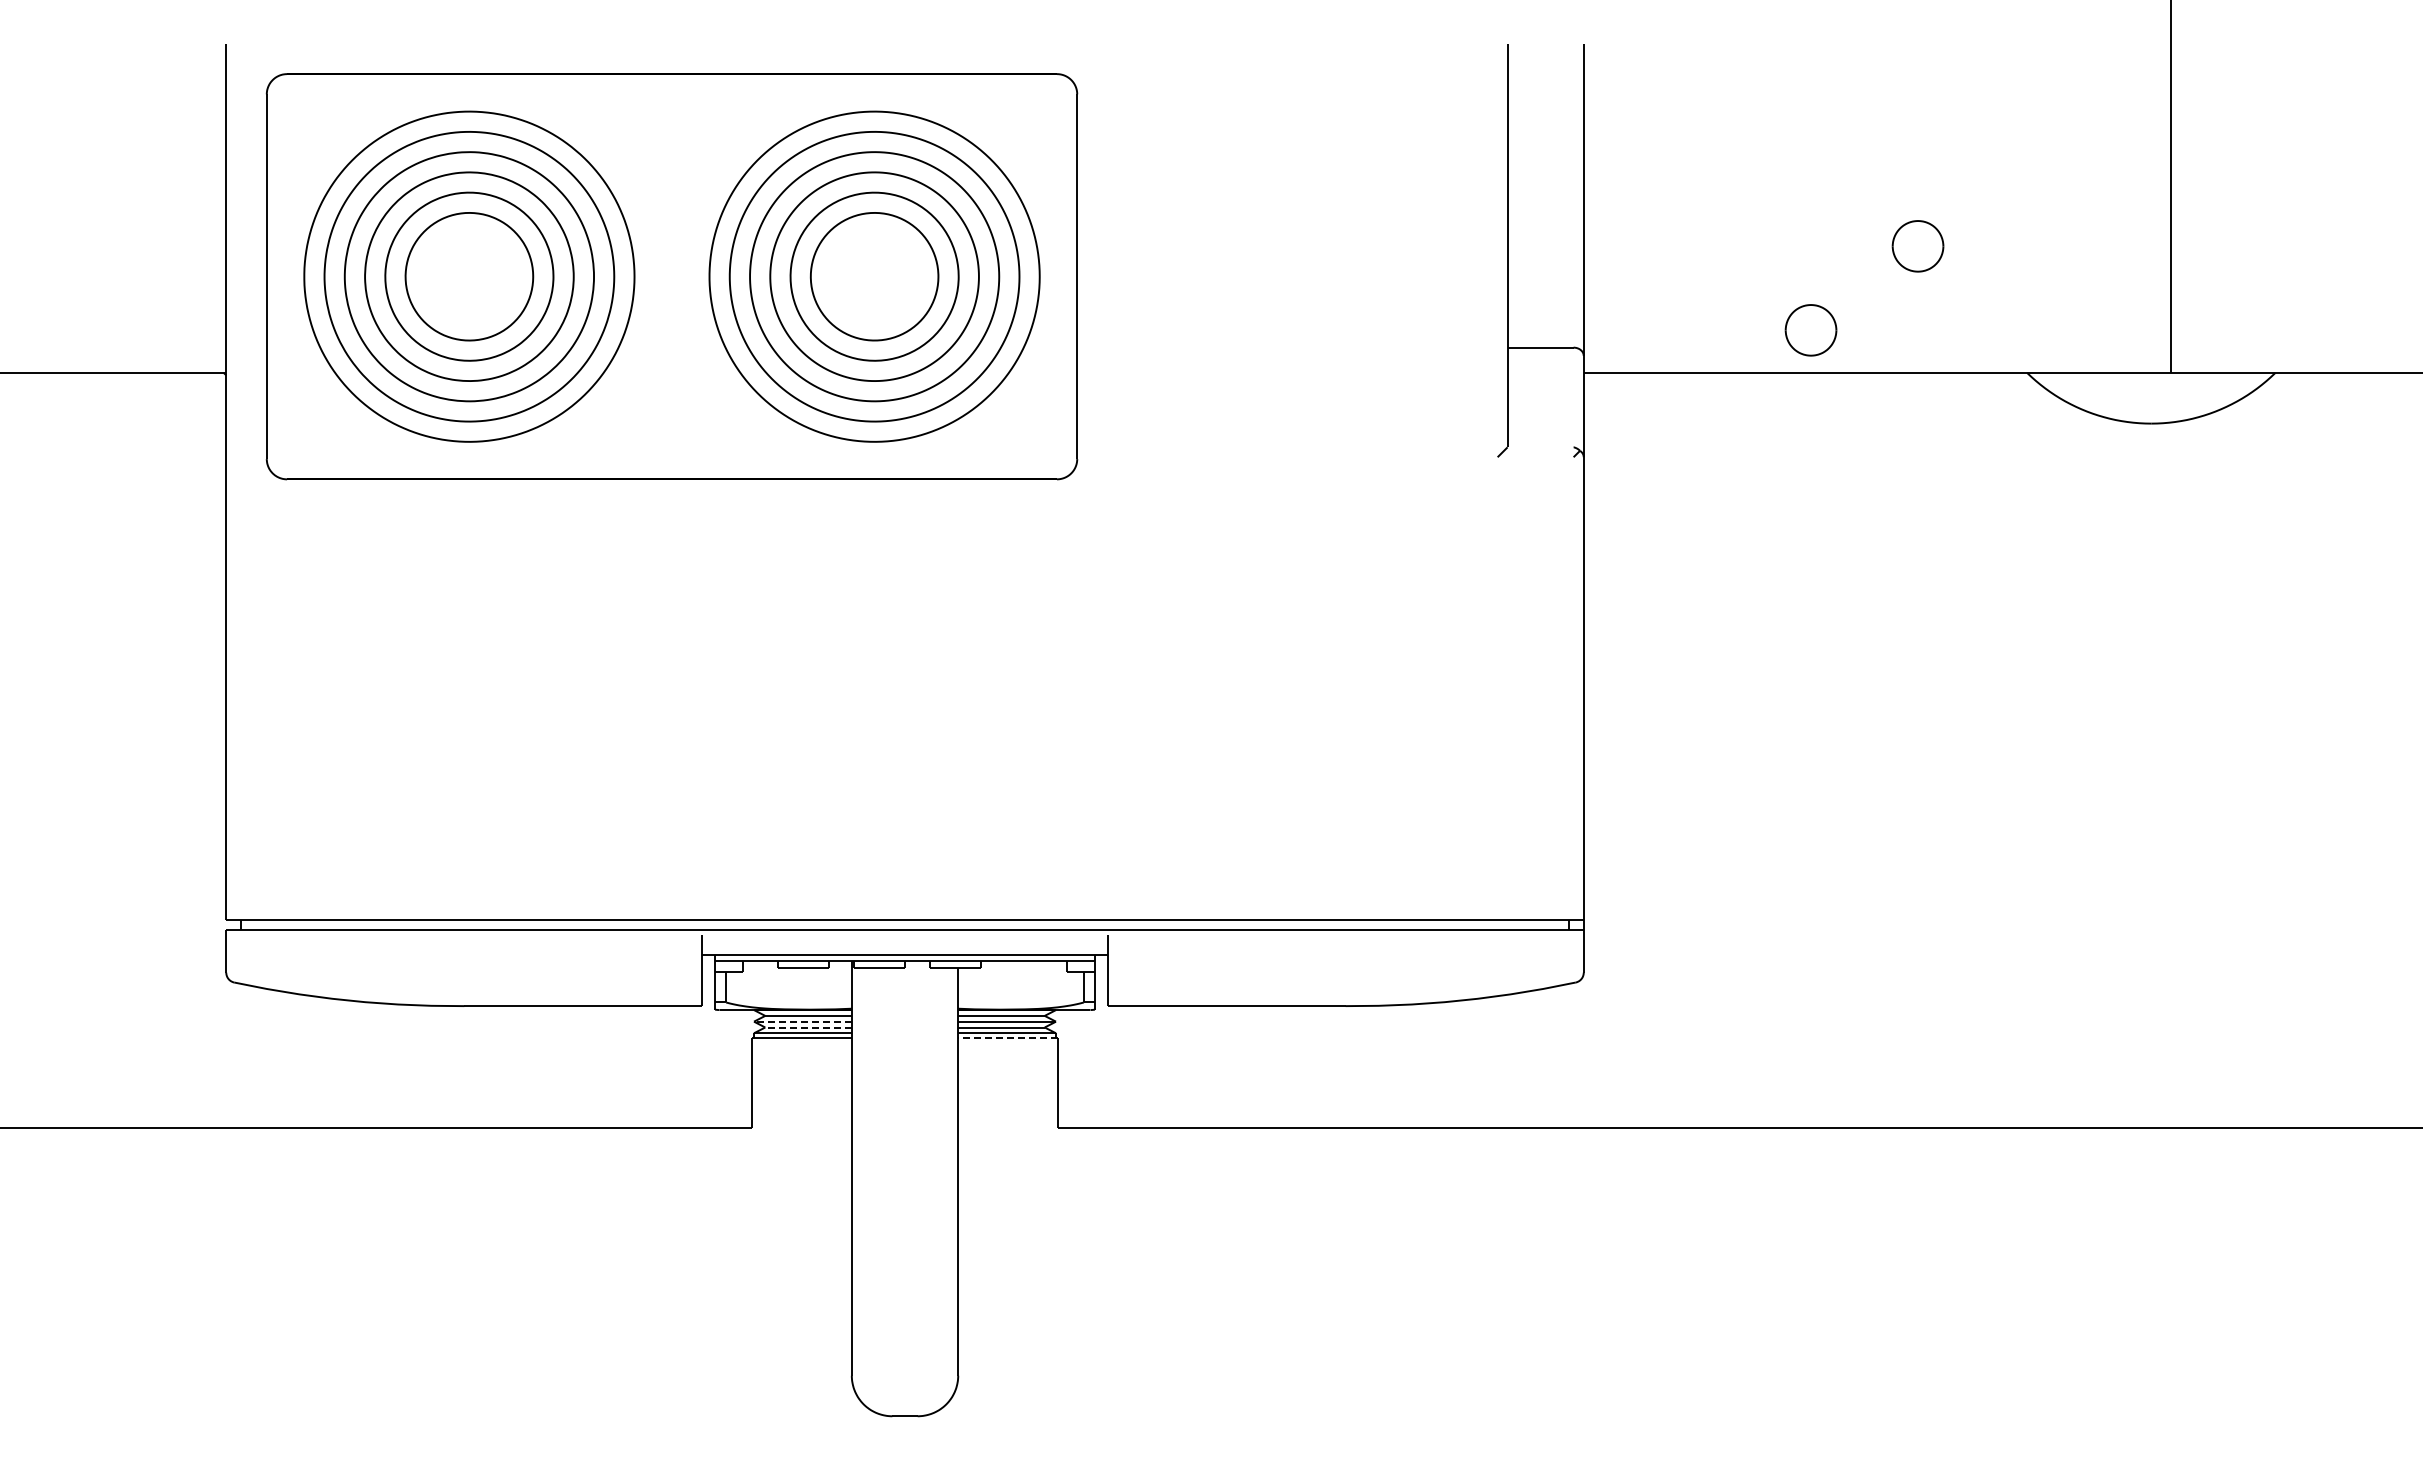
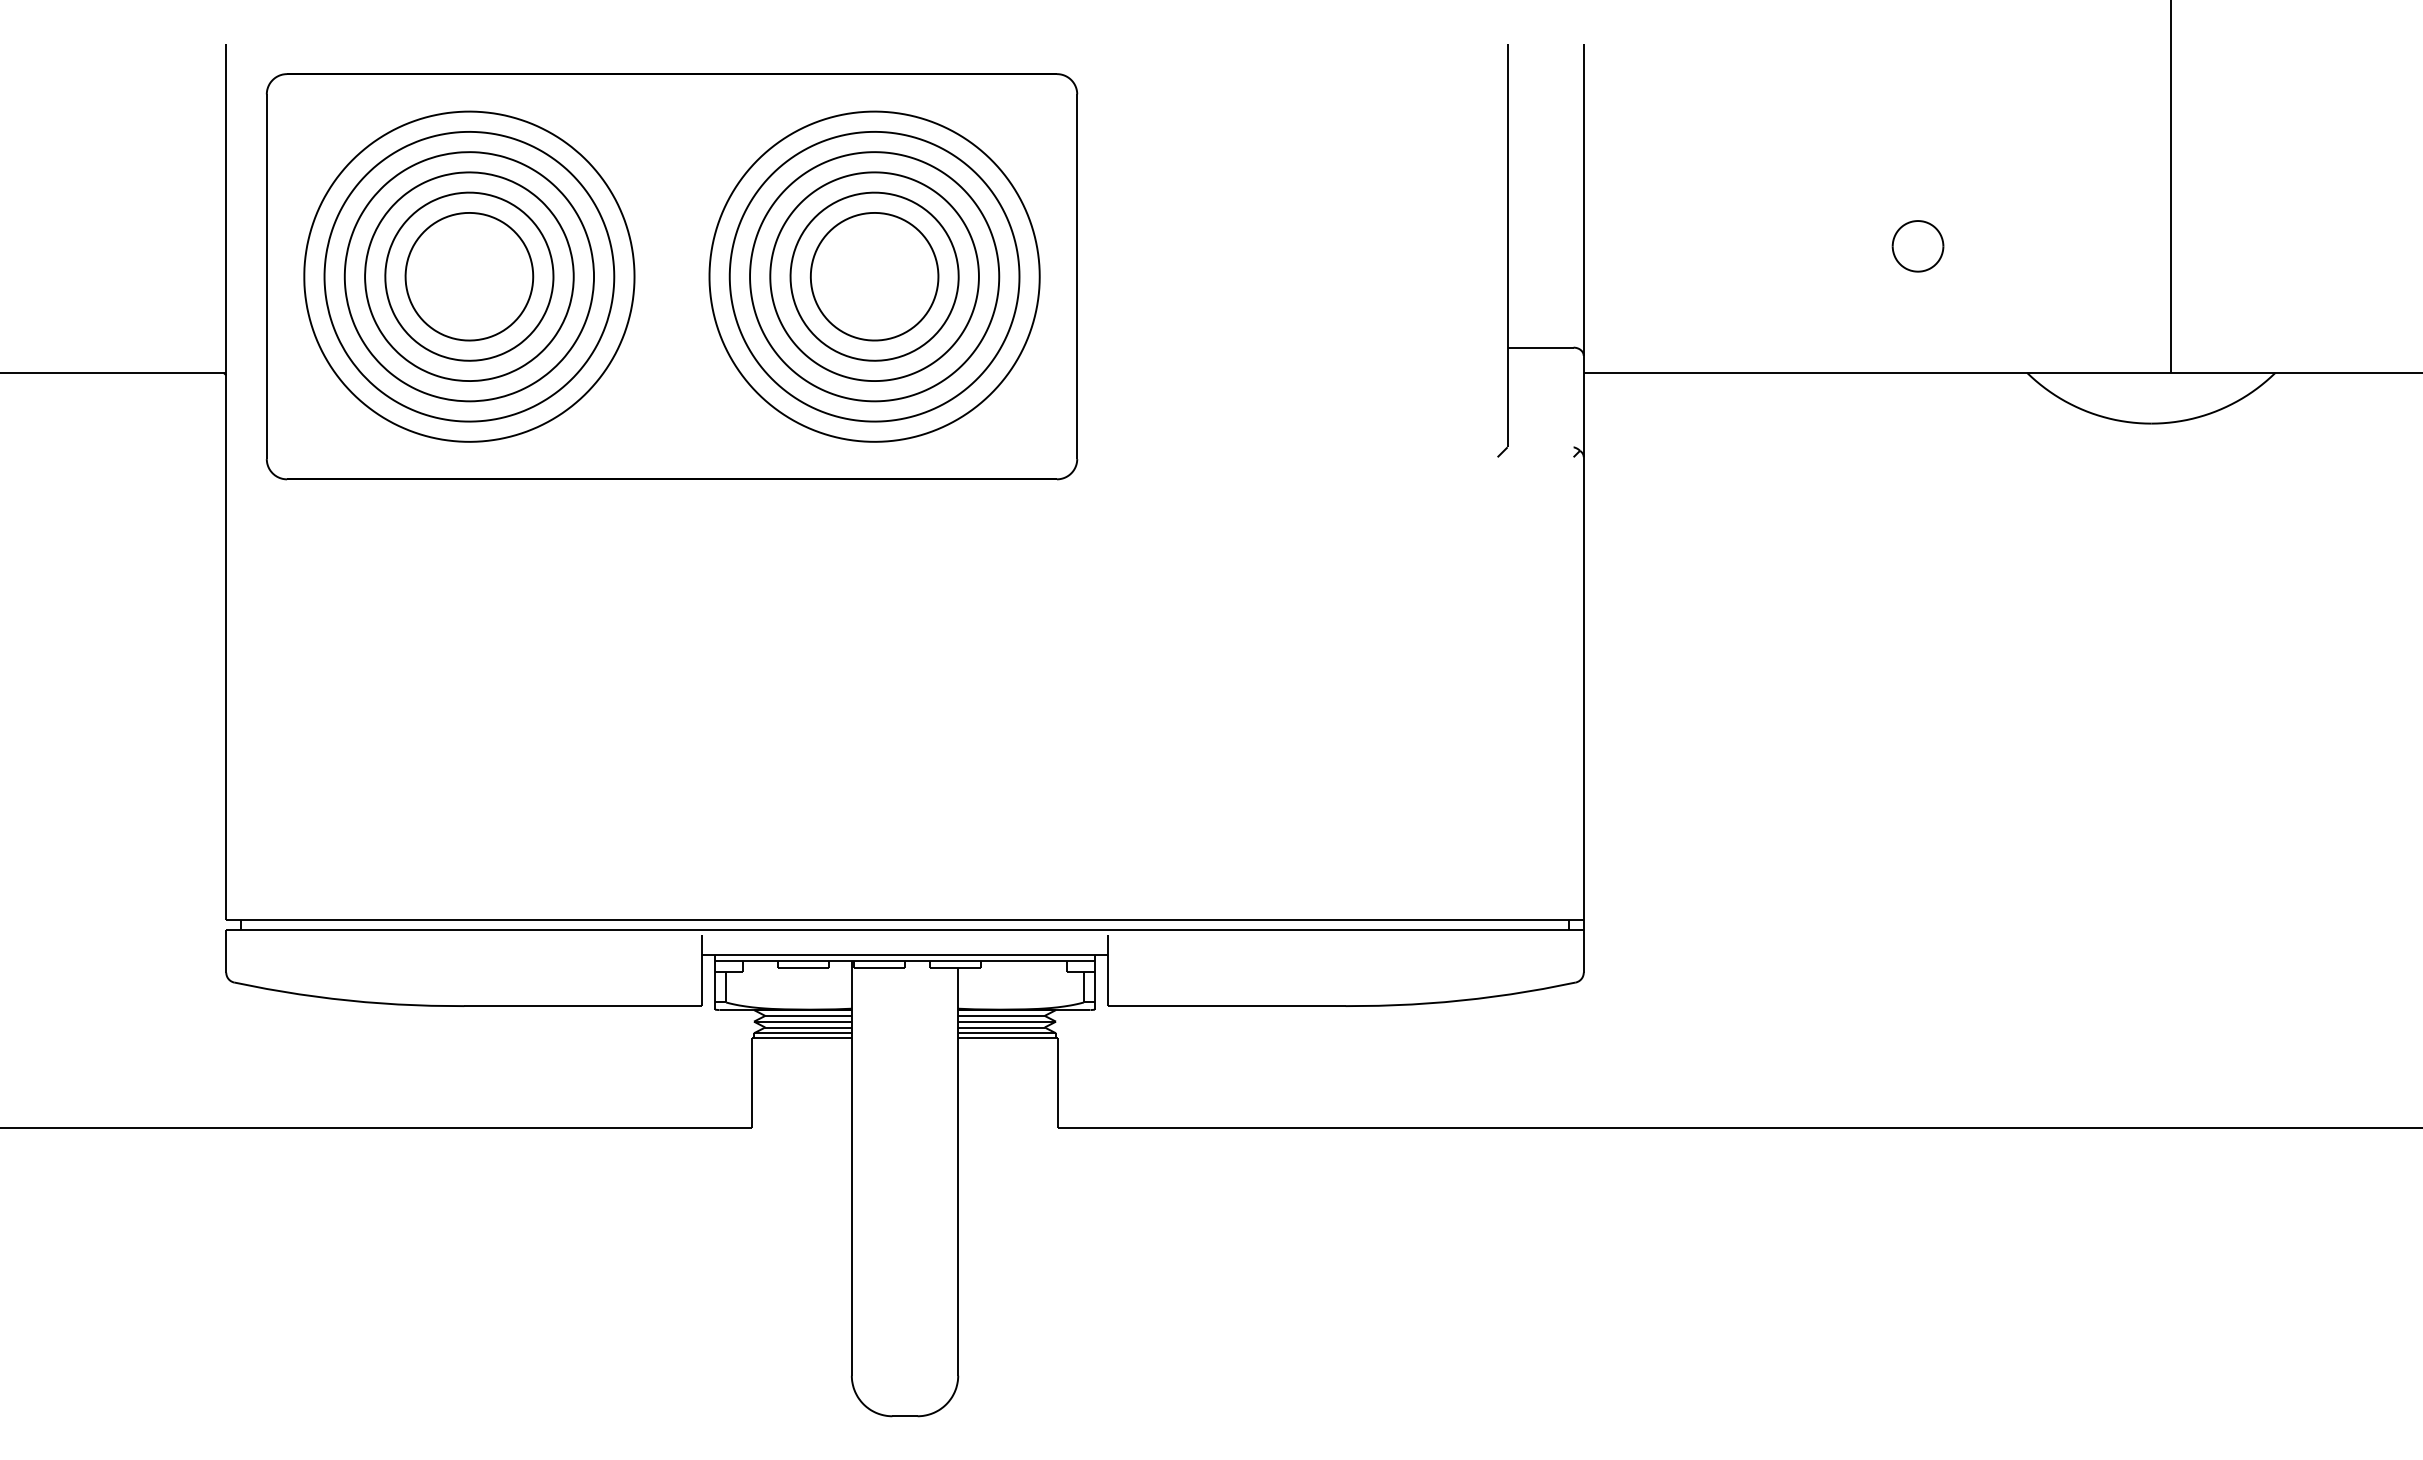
part at (1810, 330): present -> none
line at (802, 1021): dashed -> solid
line at (808, 1027): dashed -> solid
line at (1007, 1038): dashed -> solid
